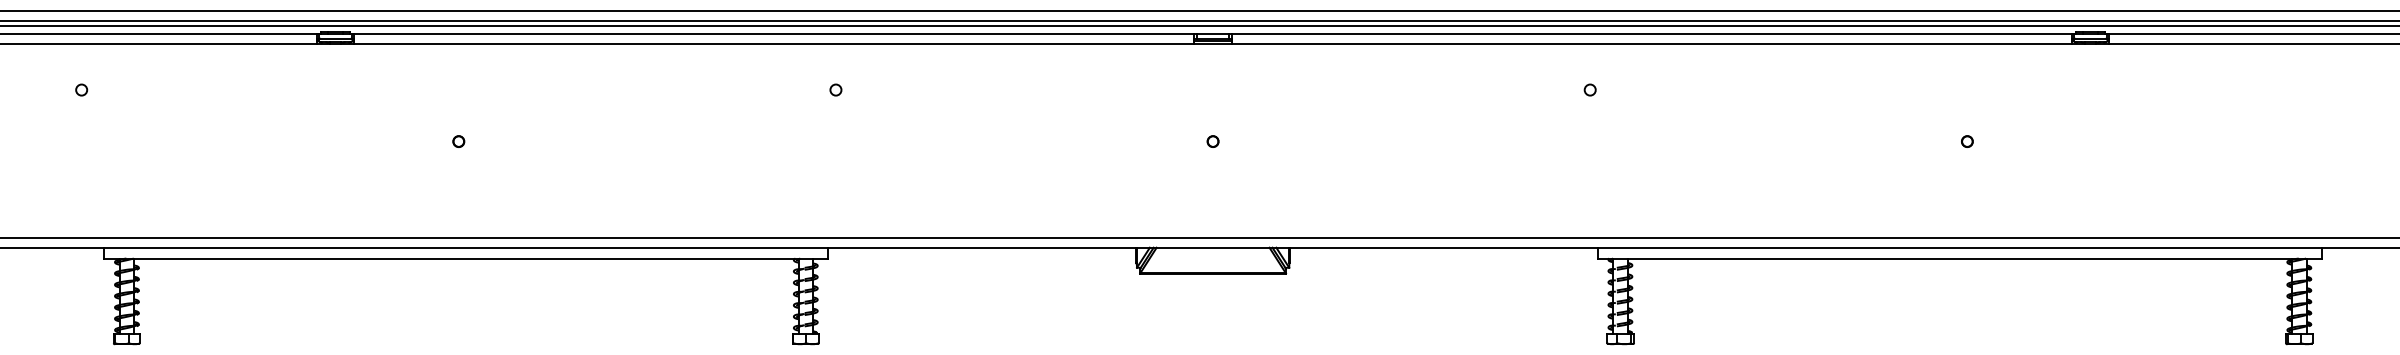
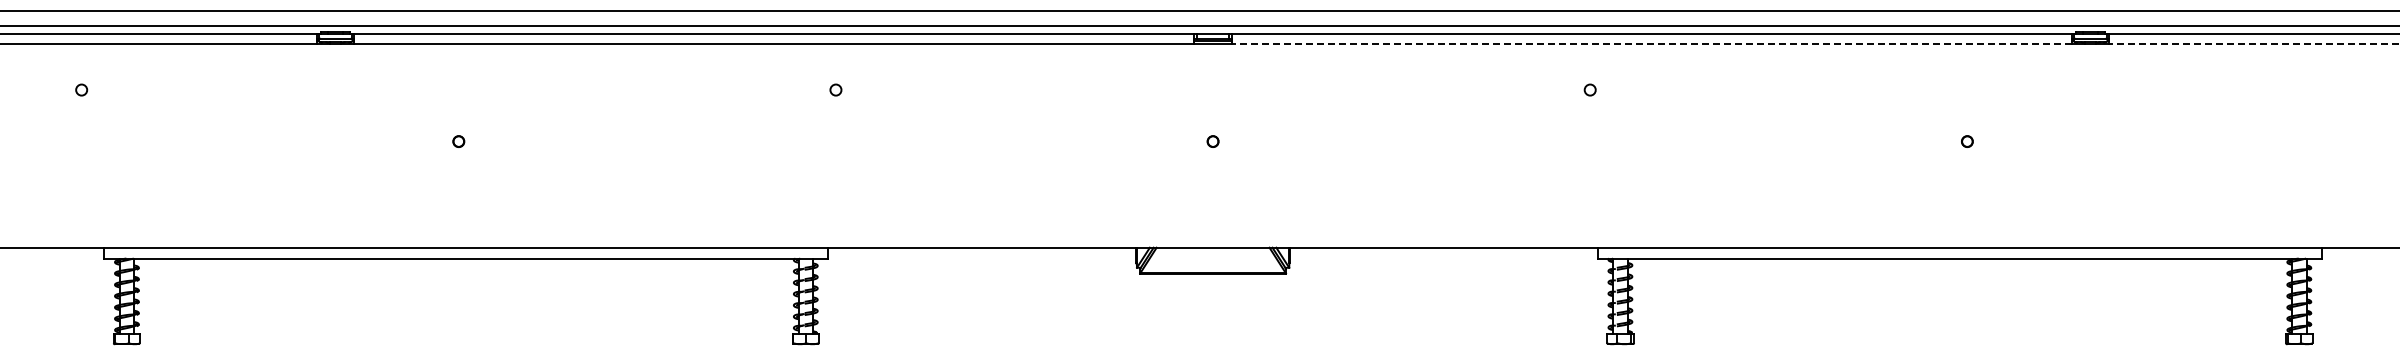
line at (1199, 20): present -> none
line at (1651, 43): solid -> dashed
line at (2254, 43): solid -> dashed
line at (1199, 237): present -> none
